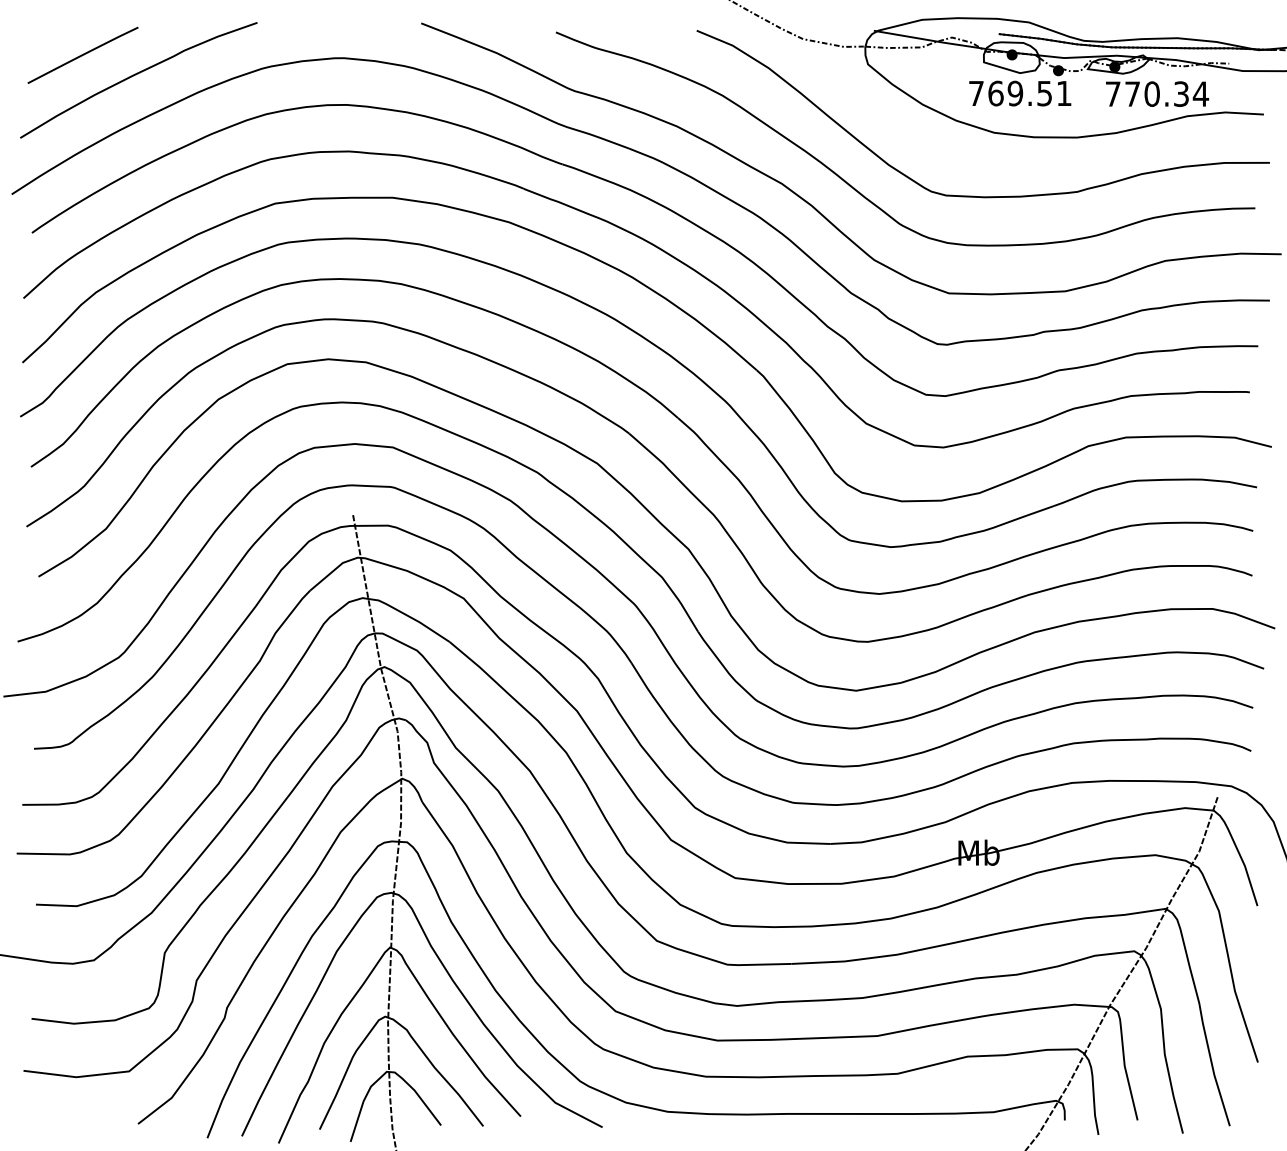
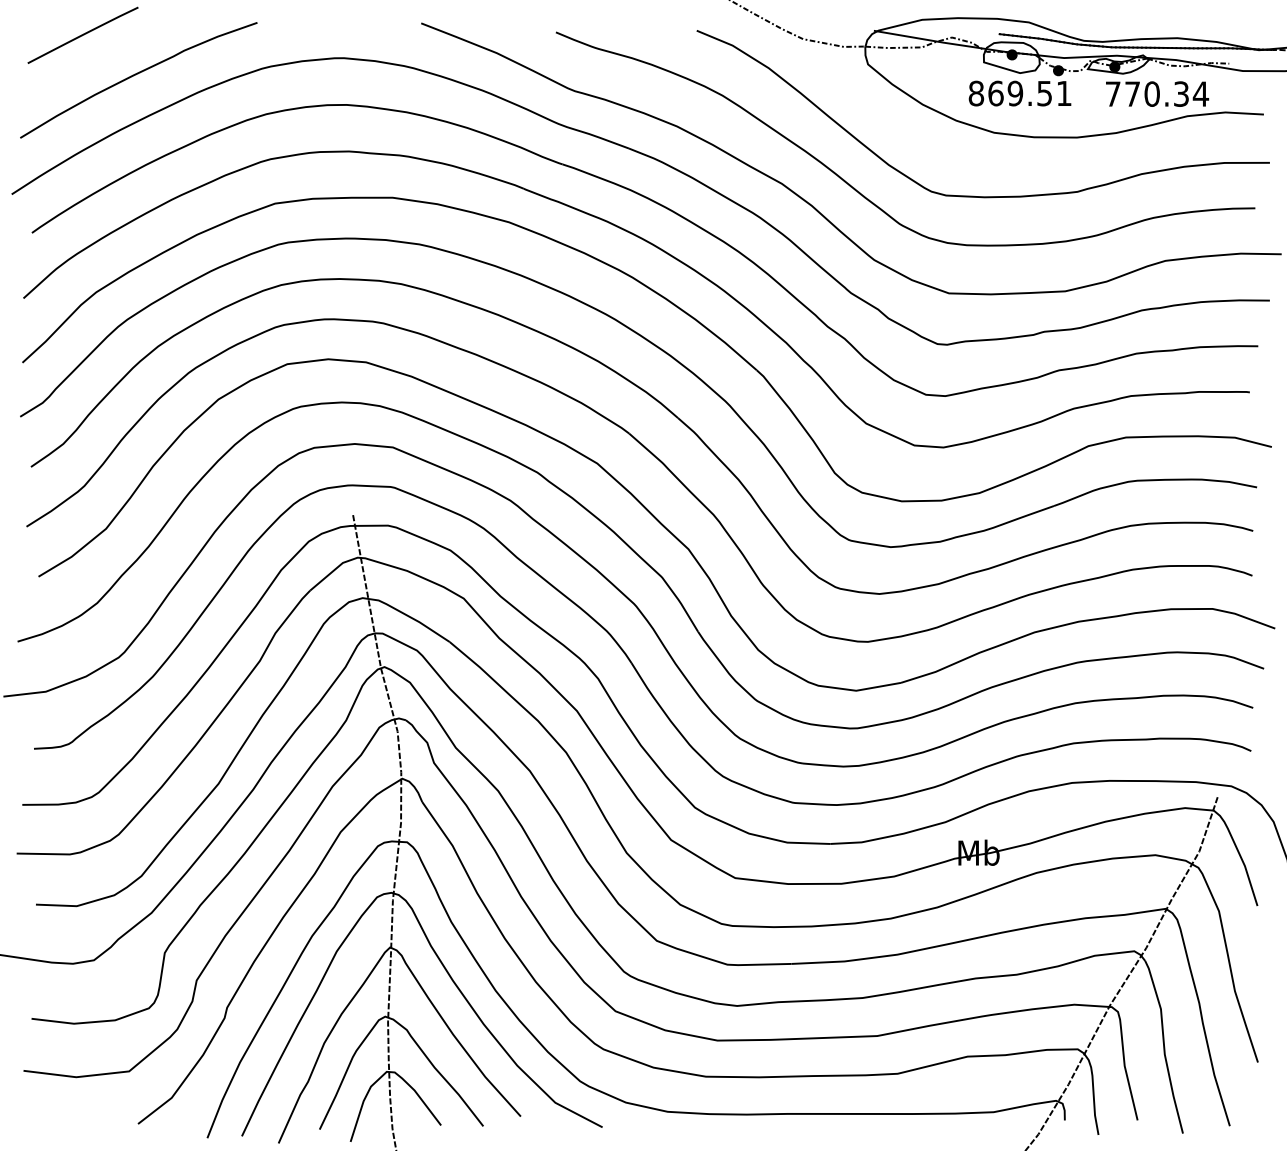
line at (82, 54) position: (82, 54) -> (82, 34)
text at (976, 93): 769.51 -> 869.51
